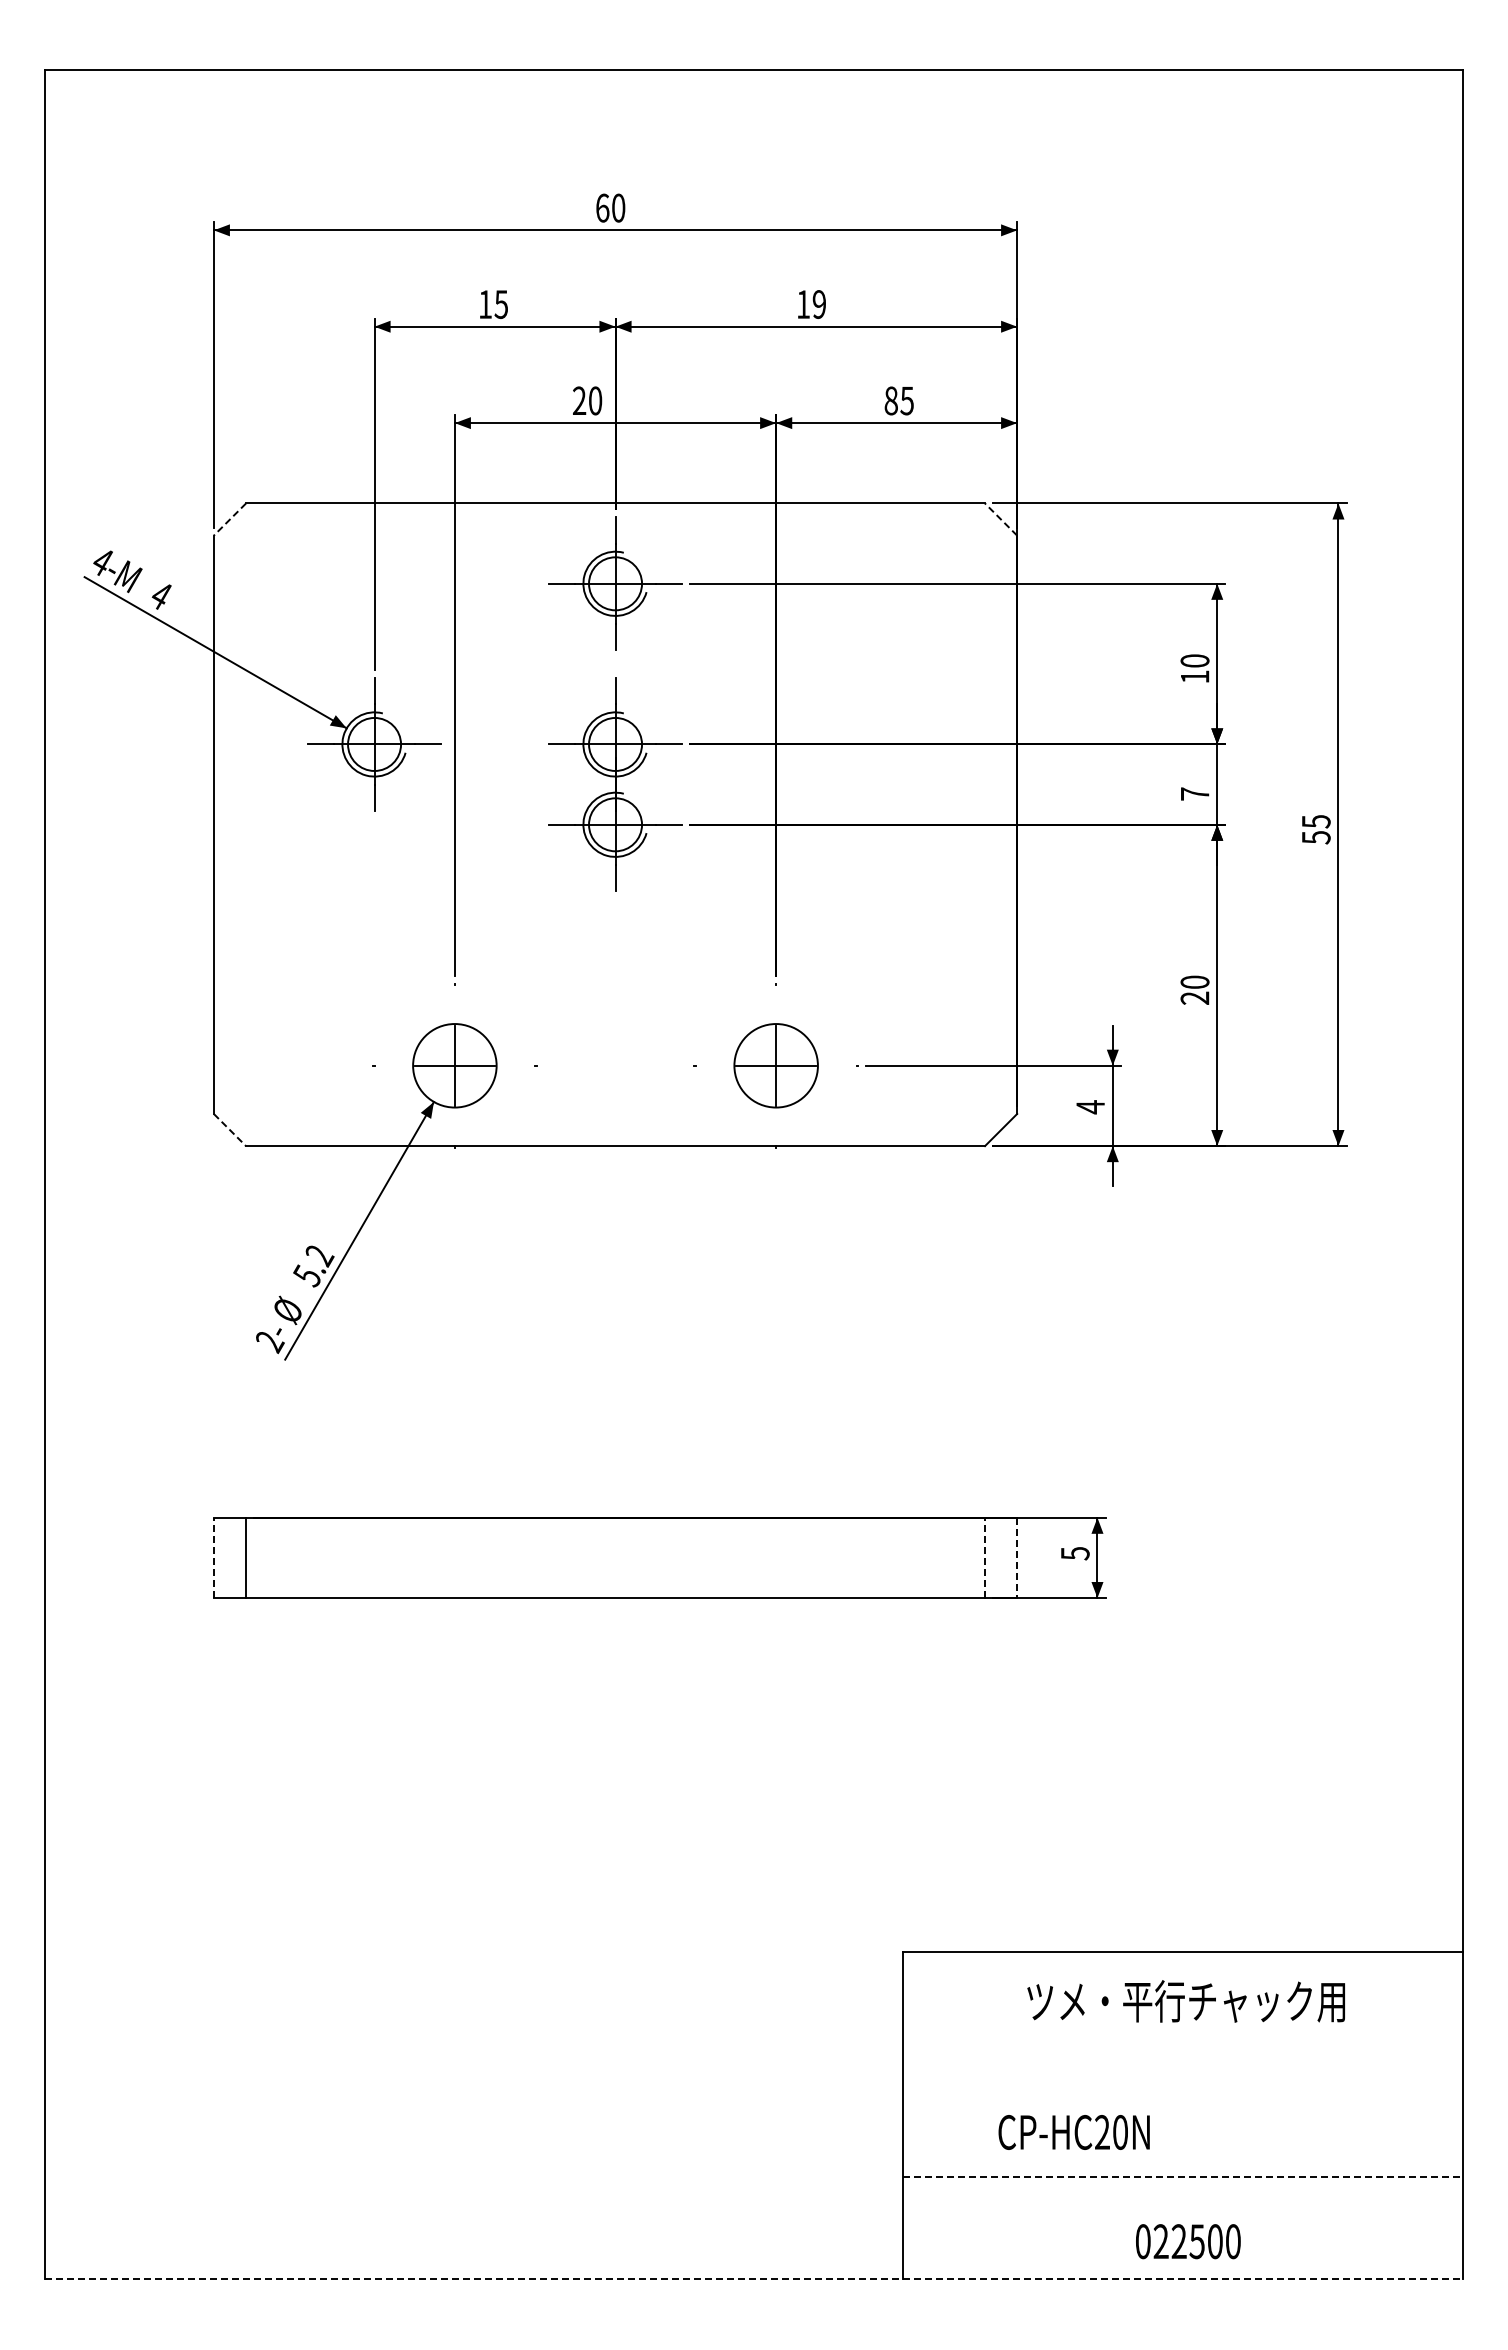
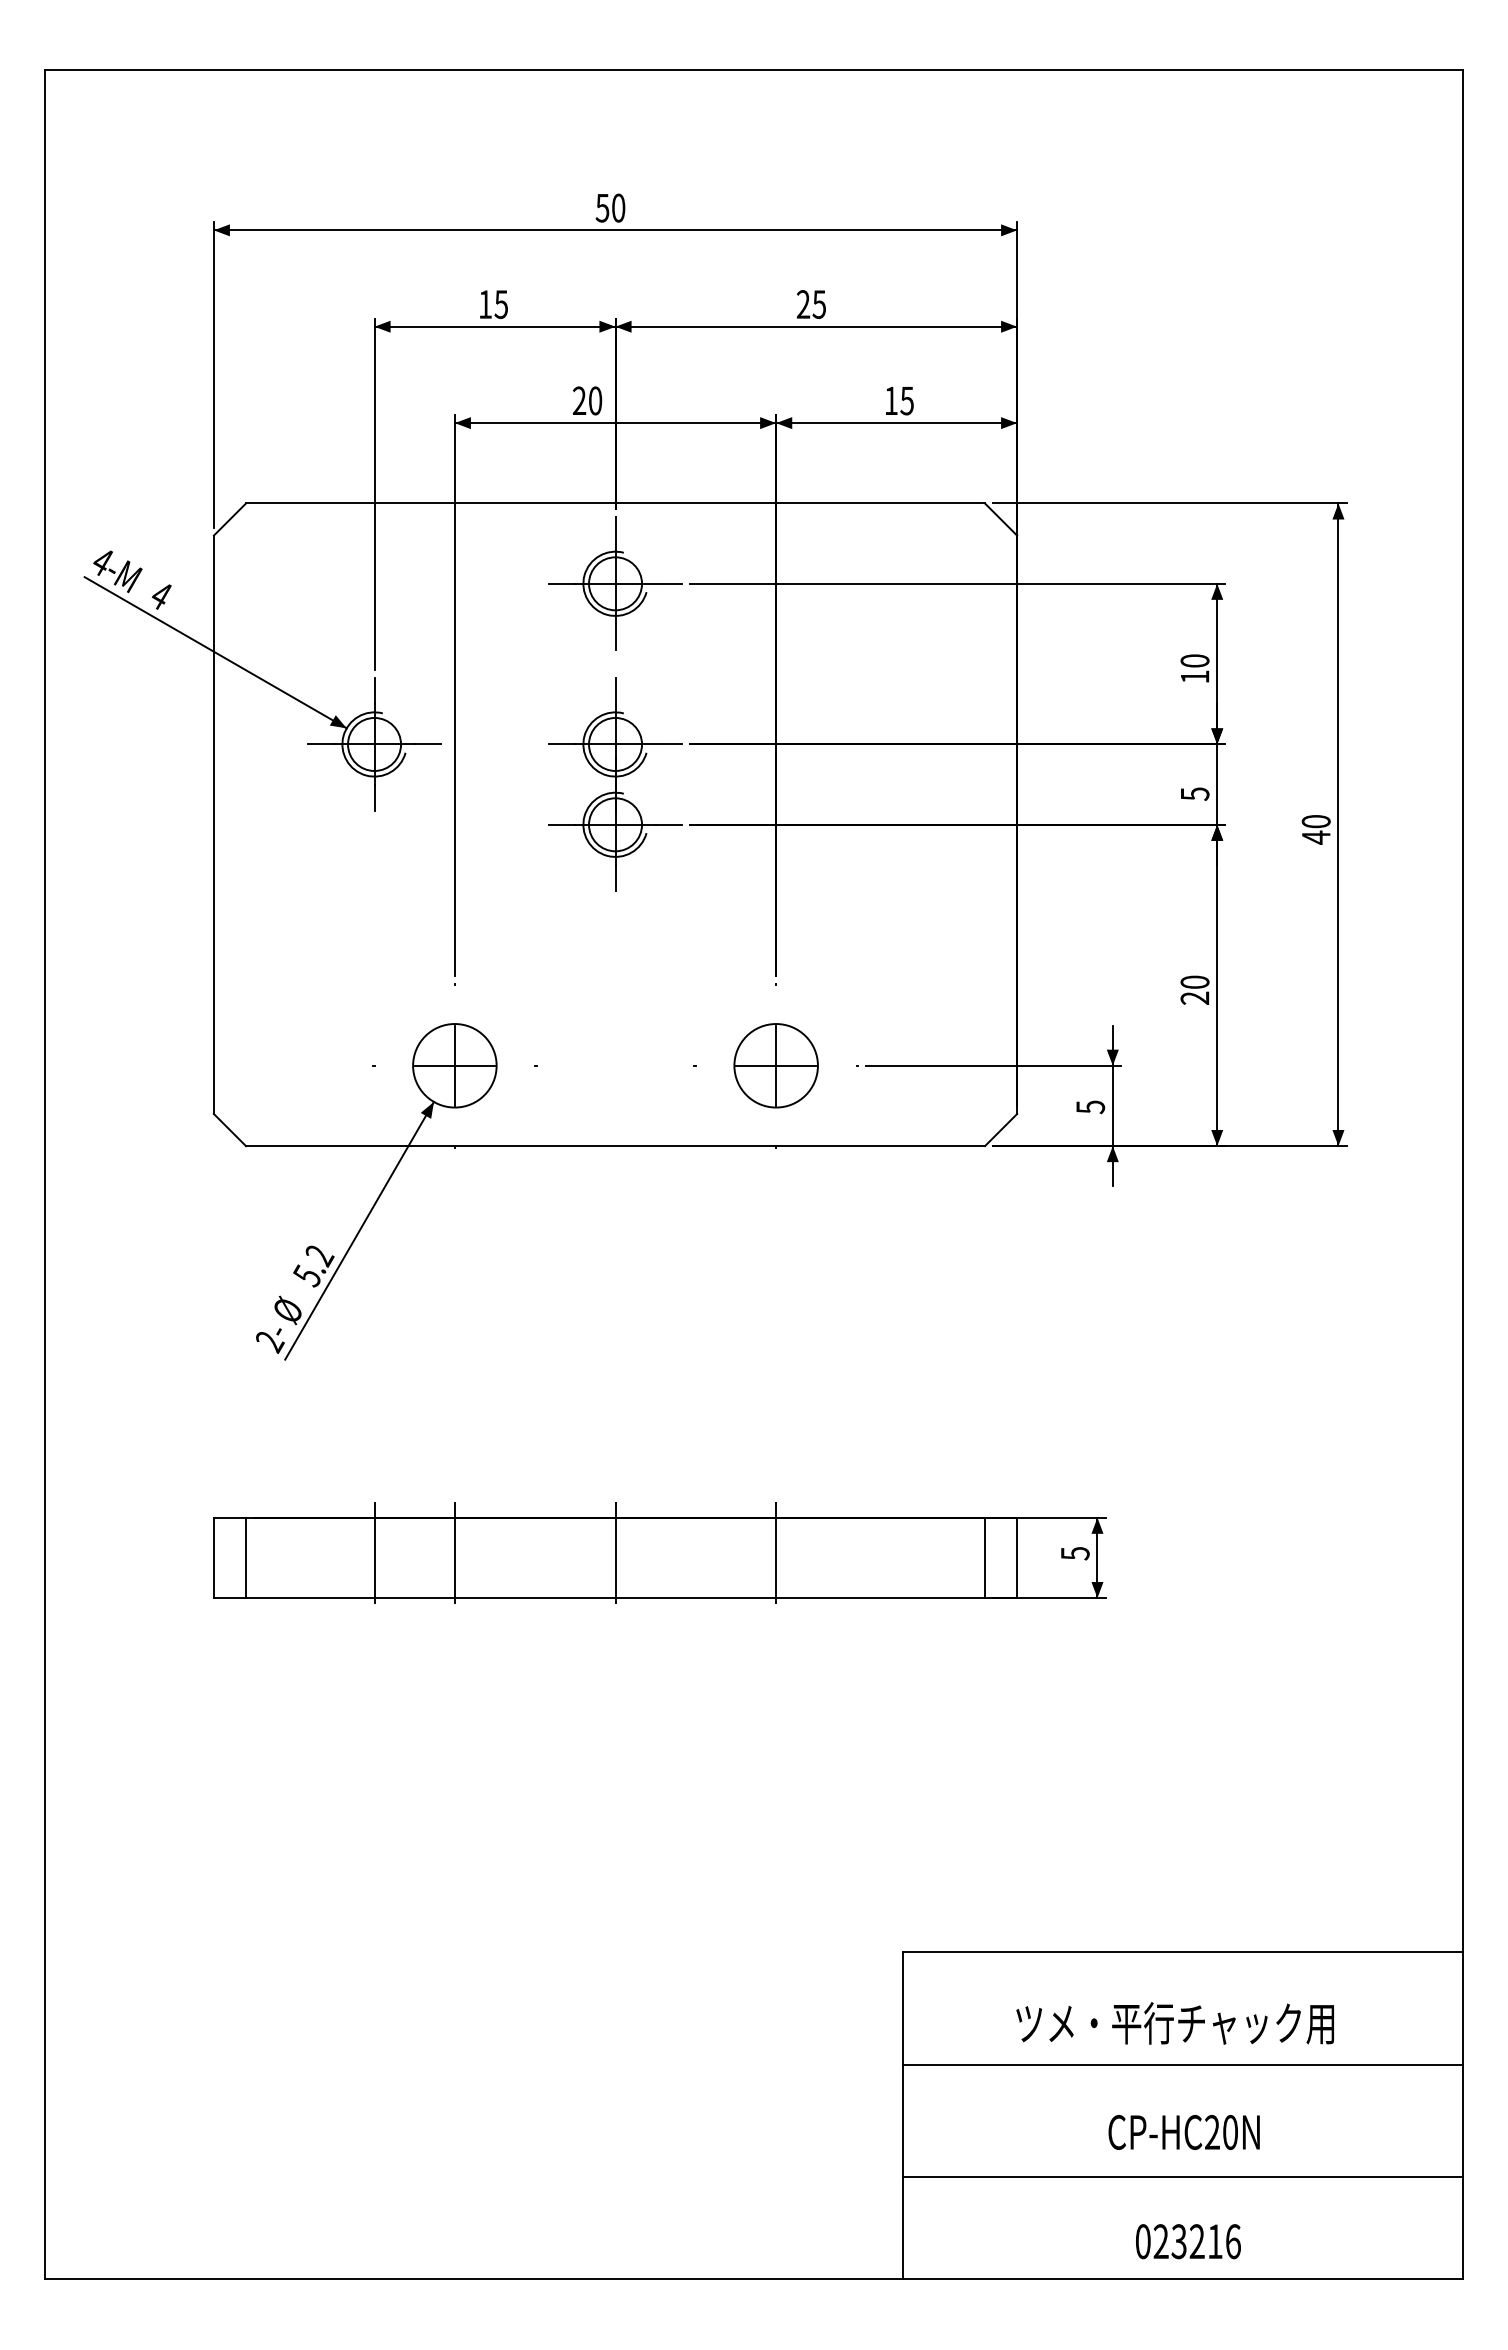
text at (602, 207): 60 -> 50
text at (810, 304): 19 -> 25
text at (890, 400): 85 -> 15
line at (229, 519): dashed -> solid
line at (1001, 519): dashed -> solid
text at (1195, 793): 7 -> 5
text at (1315, 829): 55 -> 40
text at (1090, 1107): 4 -> 5
line at (229, 1130): dashed -> solid
line at (213, 1557): dashed -> solid
line at (374, 1557): none -> present
line at (454, 1557): none -> present
line at (615, 1557): none -> present
line at (776, 1557): none -> present
line at (985, 1557): dashed -> solid
line at (1017, 1558): dashed -> solid
text at (1185, 2001) position: (1185, 2001) -> (1174, 2023)
line at (1182, 2064): none -> present
text at (1073, 2132) position: (1073, 2132) -> (1183, 2132)
line at (1183, 2177): dashed -> solid
text at (1205, 2241): 022500 -> 023216
line at (753, 2279): dashed -> solid
